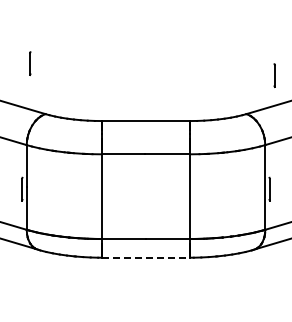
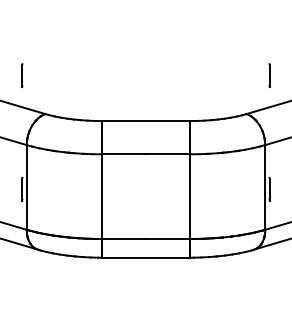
line at (30, 63) position: (30, 63) -> (22, 75)
line at (274, 75) position: (274, 75) -> (269, 75)
line at (146, 257): dashed -> solid
